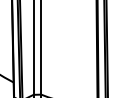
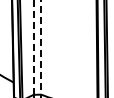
line at (33, 46): solid -> dashed
line at (41, 47): solid -> dashed
